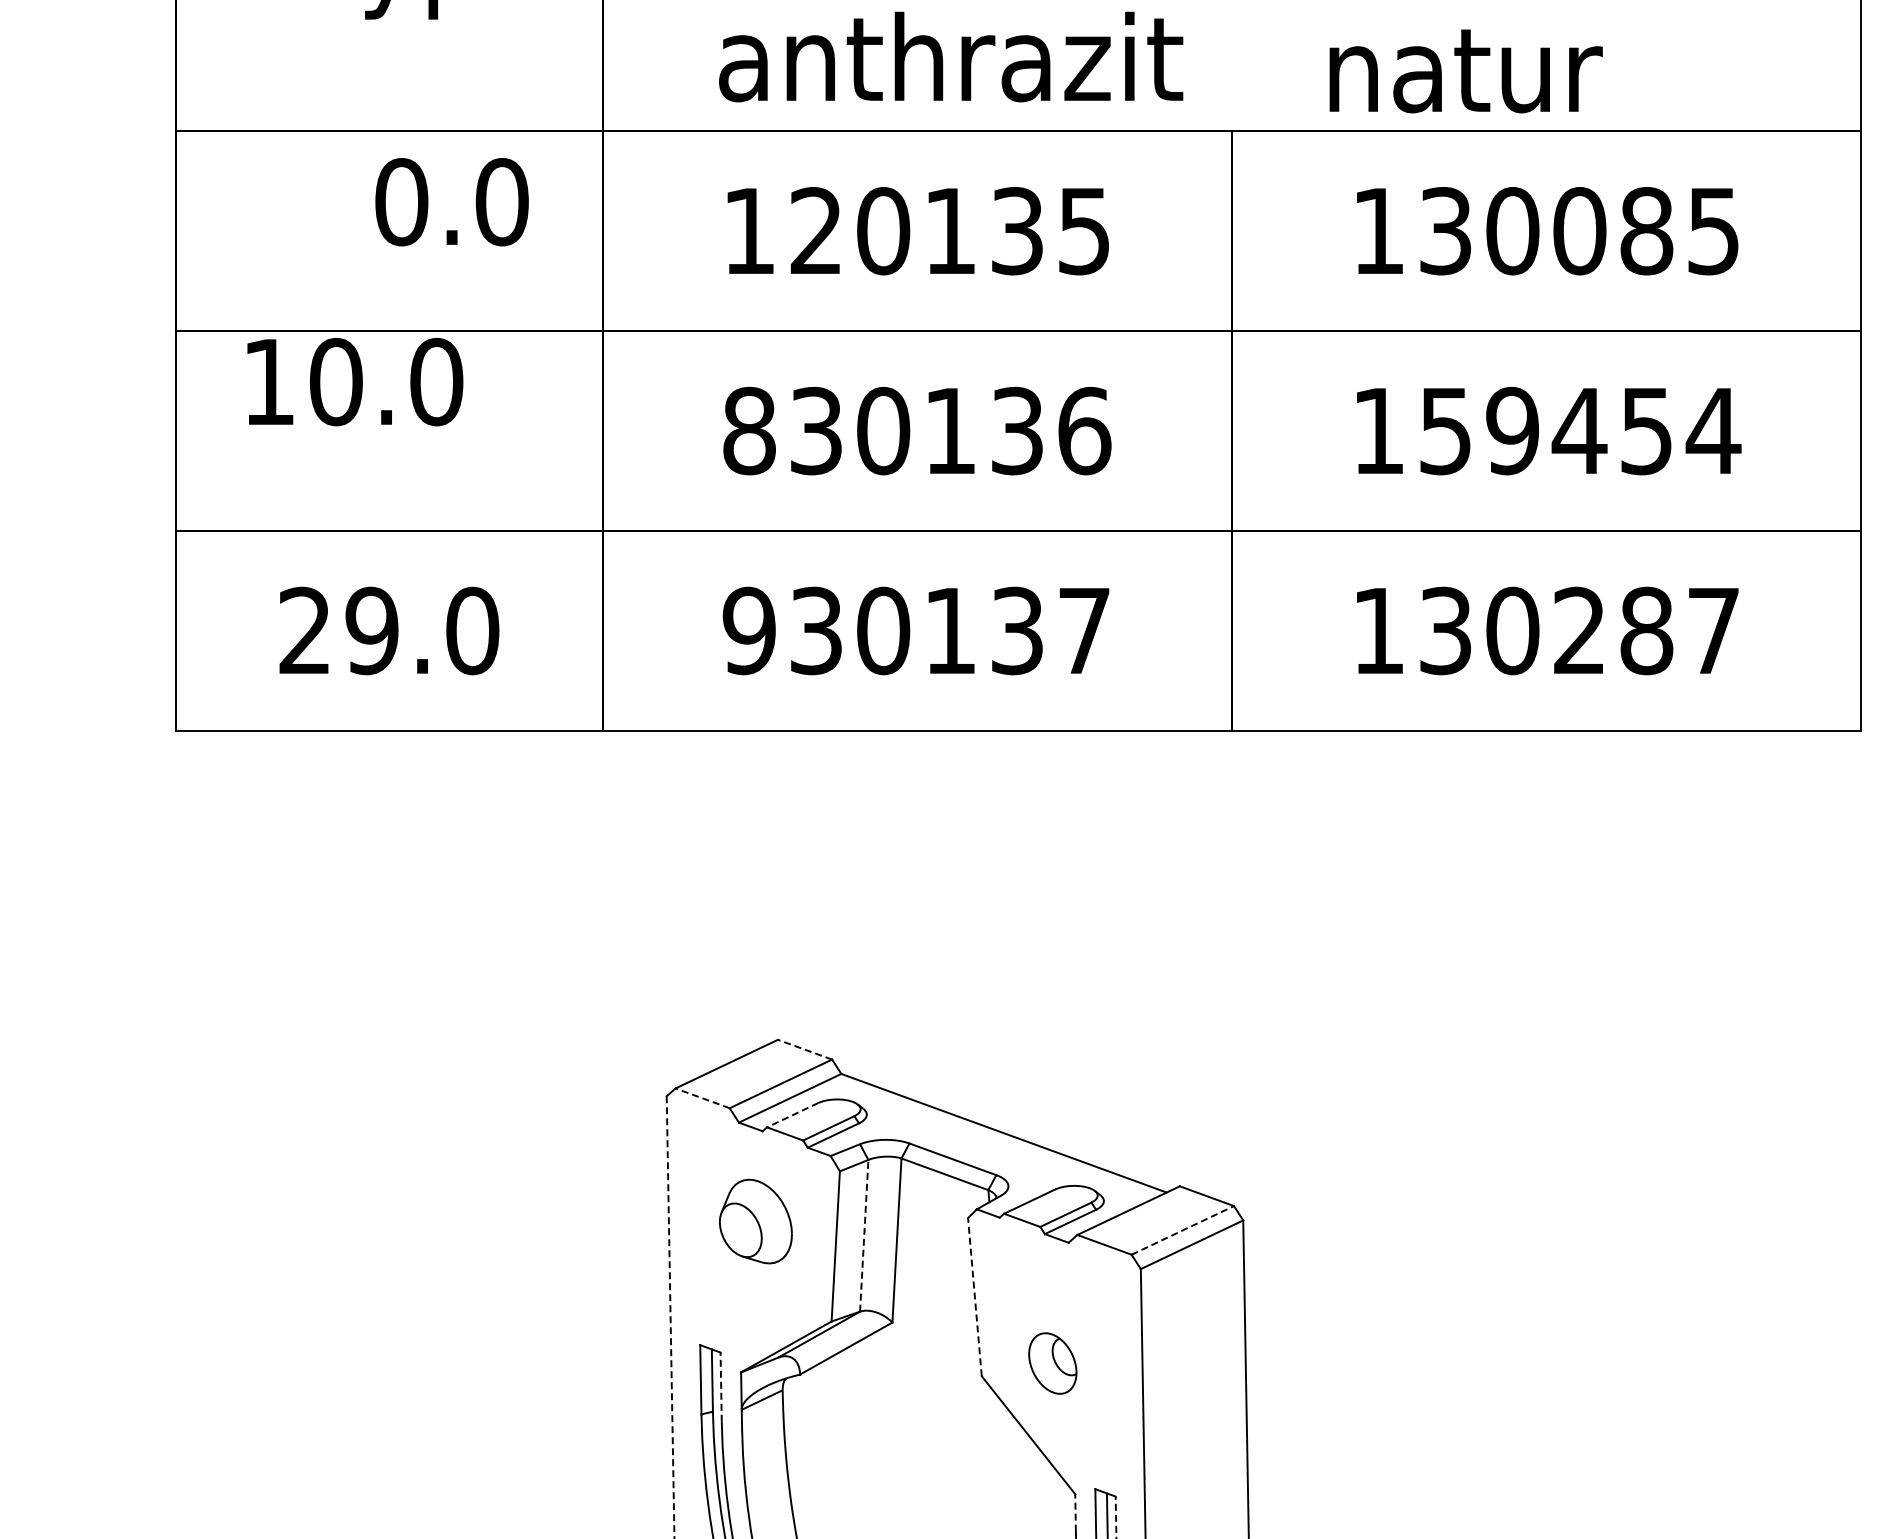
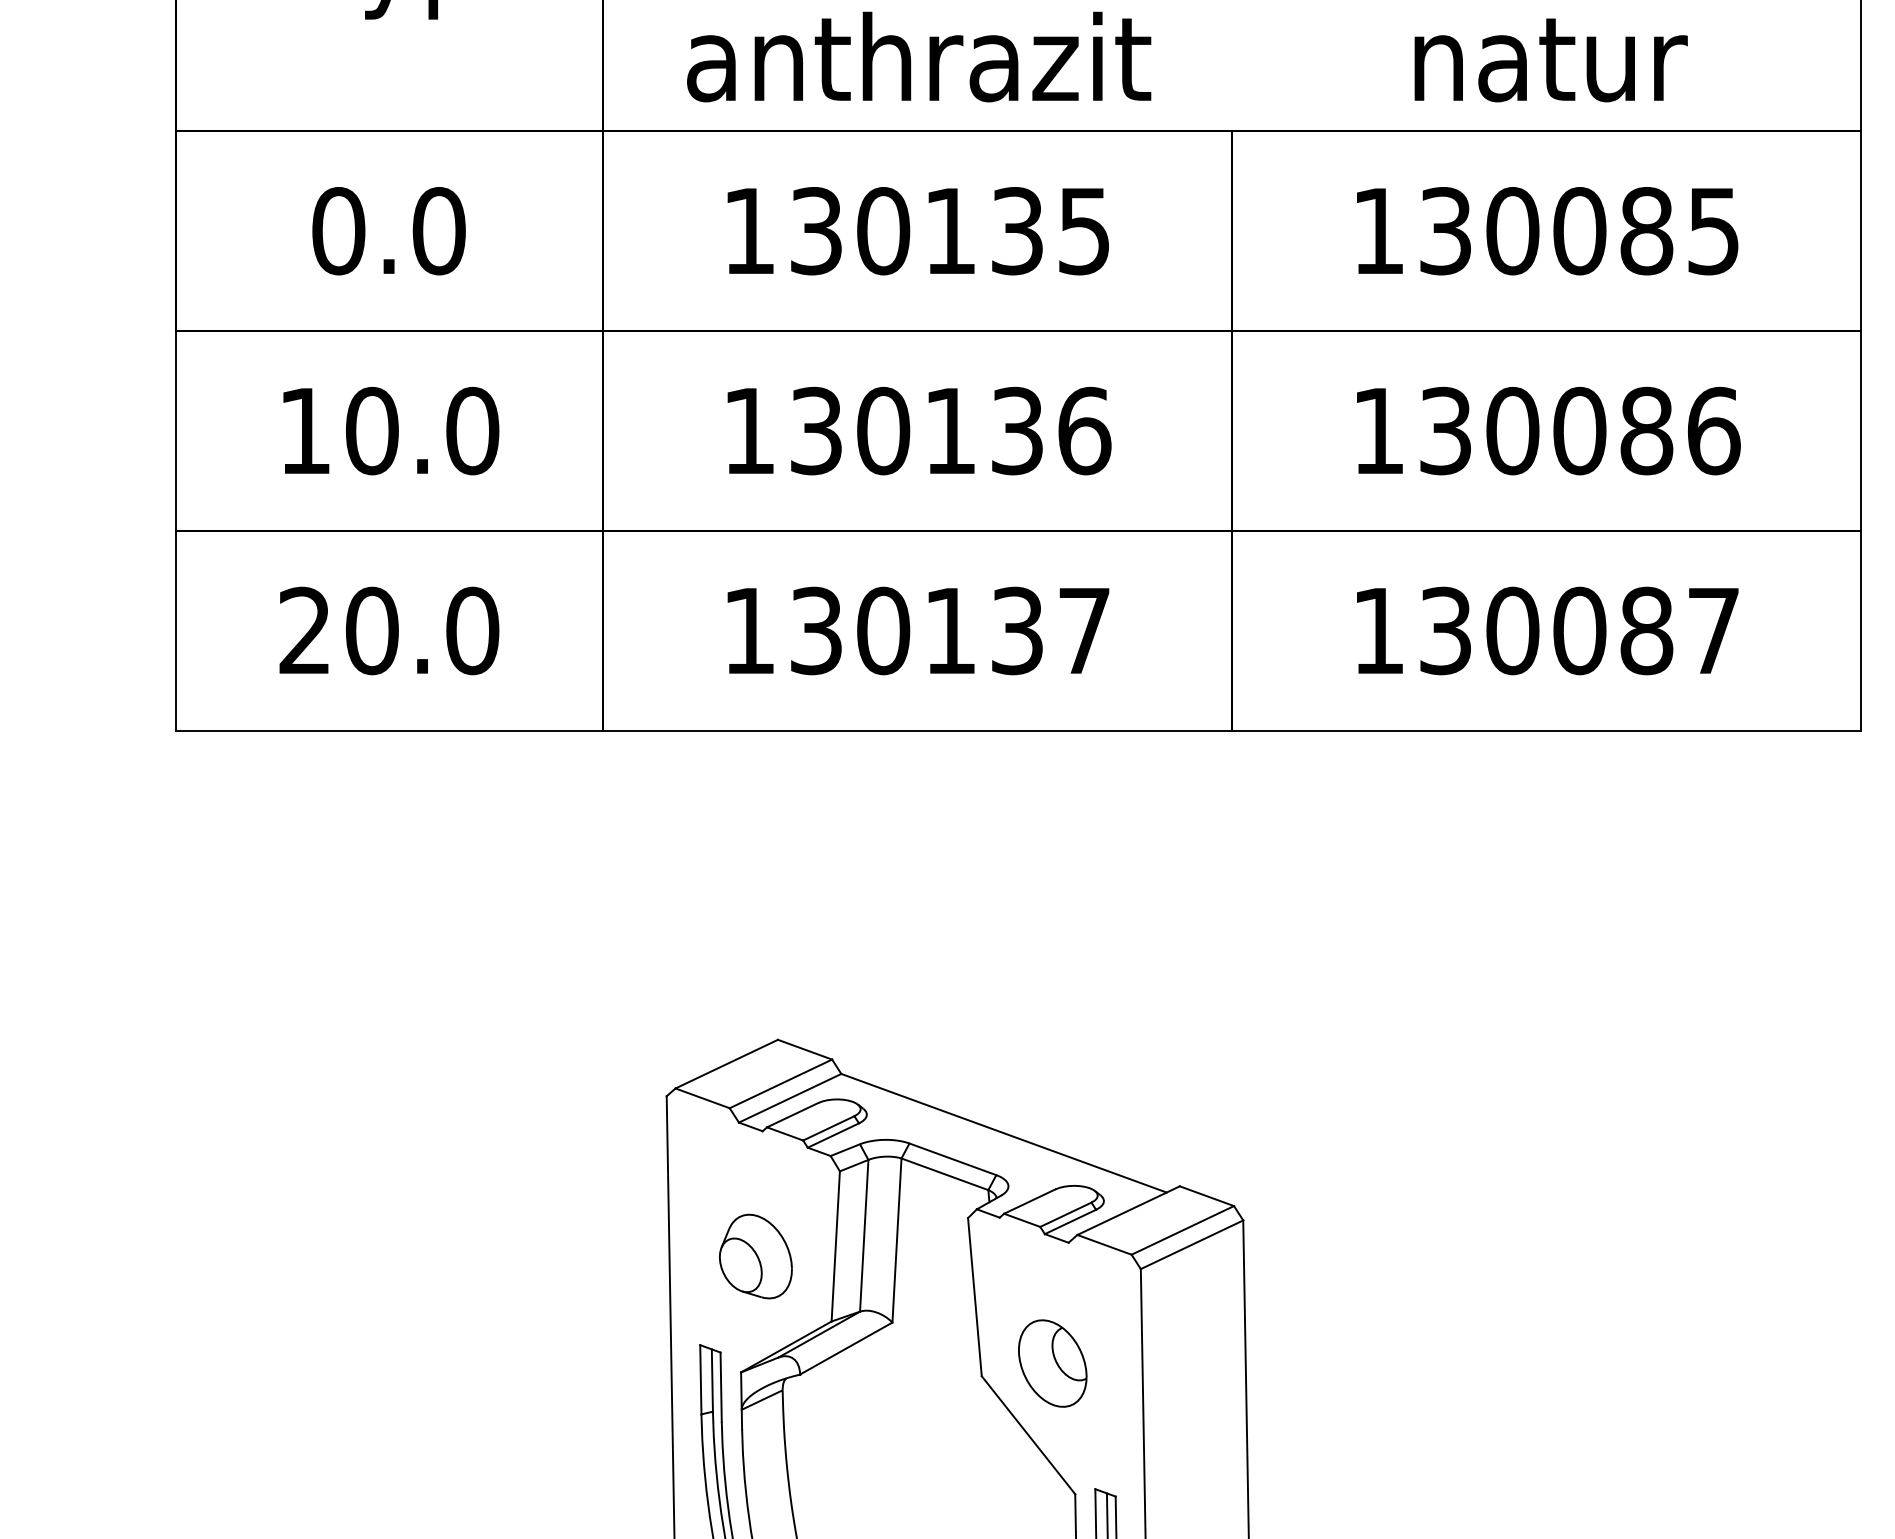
text at (951, 56) position: (951, 56) -> (919, 56)
text at (1465, 71) position: (1465, 71) -> (1550, 60)
text at (451, 202) position: (451, 202) -> (388, 231)
text at (815, 231): 120135 -> 130135
text at (355, 381) position: (355, 381) -> (391, 430)
text at (749, 430): 830136 -> 130136
text at (1580, 430): 159454 -> 130086
text at (371, 630): 29.0 -> 20.0
text at (748, 630): 930137 -> 130137
text at (1579, 630): 130287 -> 130087
line at (805, 1049): dashed -> solid
line at (702, 1098): dashed -> solid
line at (792, 1115): dashed -> solid
part at (755, 1221) position: (755, 1221) -> (755, 1256)
line at (1182, 1230): dashed -> solid
line at (864, 1235): dashed -> solid
line at (974, 1296): dashed -> solid
line at (670, 1318): dashed -> solid
part at (1052, 1363) size: 50x63 px -> 70x89 px
line at (721, 1387): dashed -> solid
line at (1075, 1512): dashed -> solid
line at (1116, 1517): dashed -> solid
